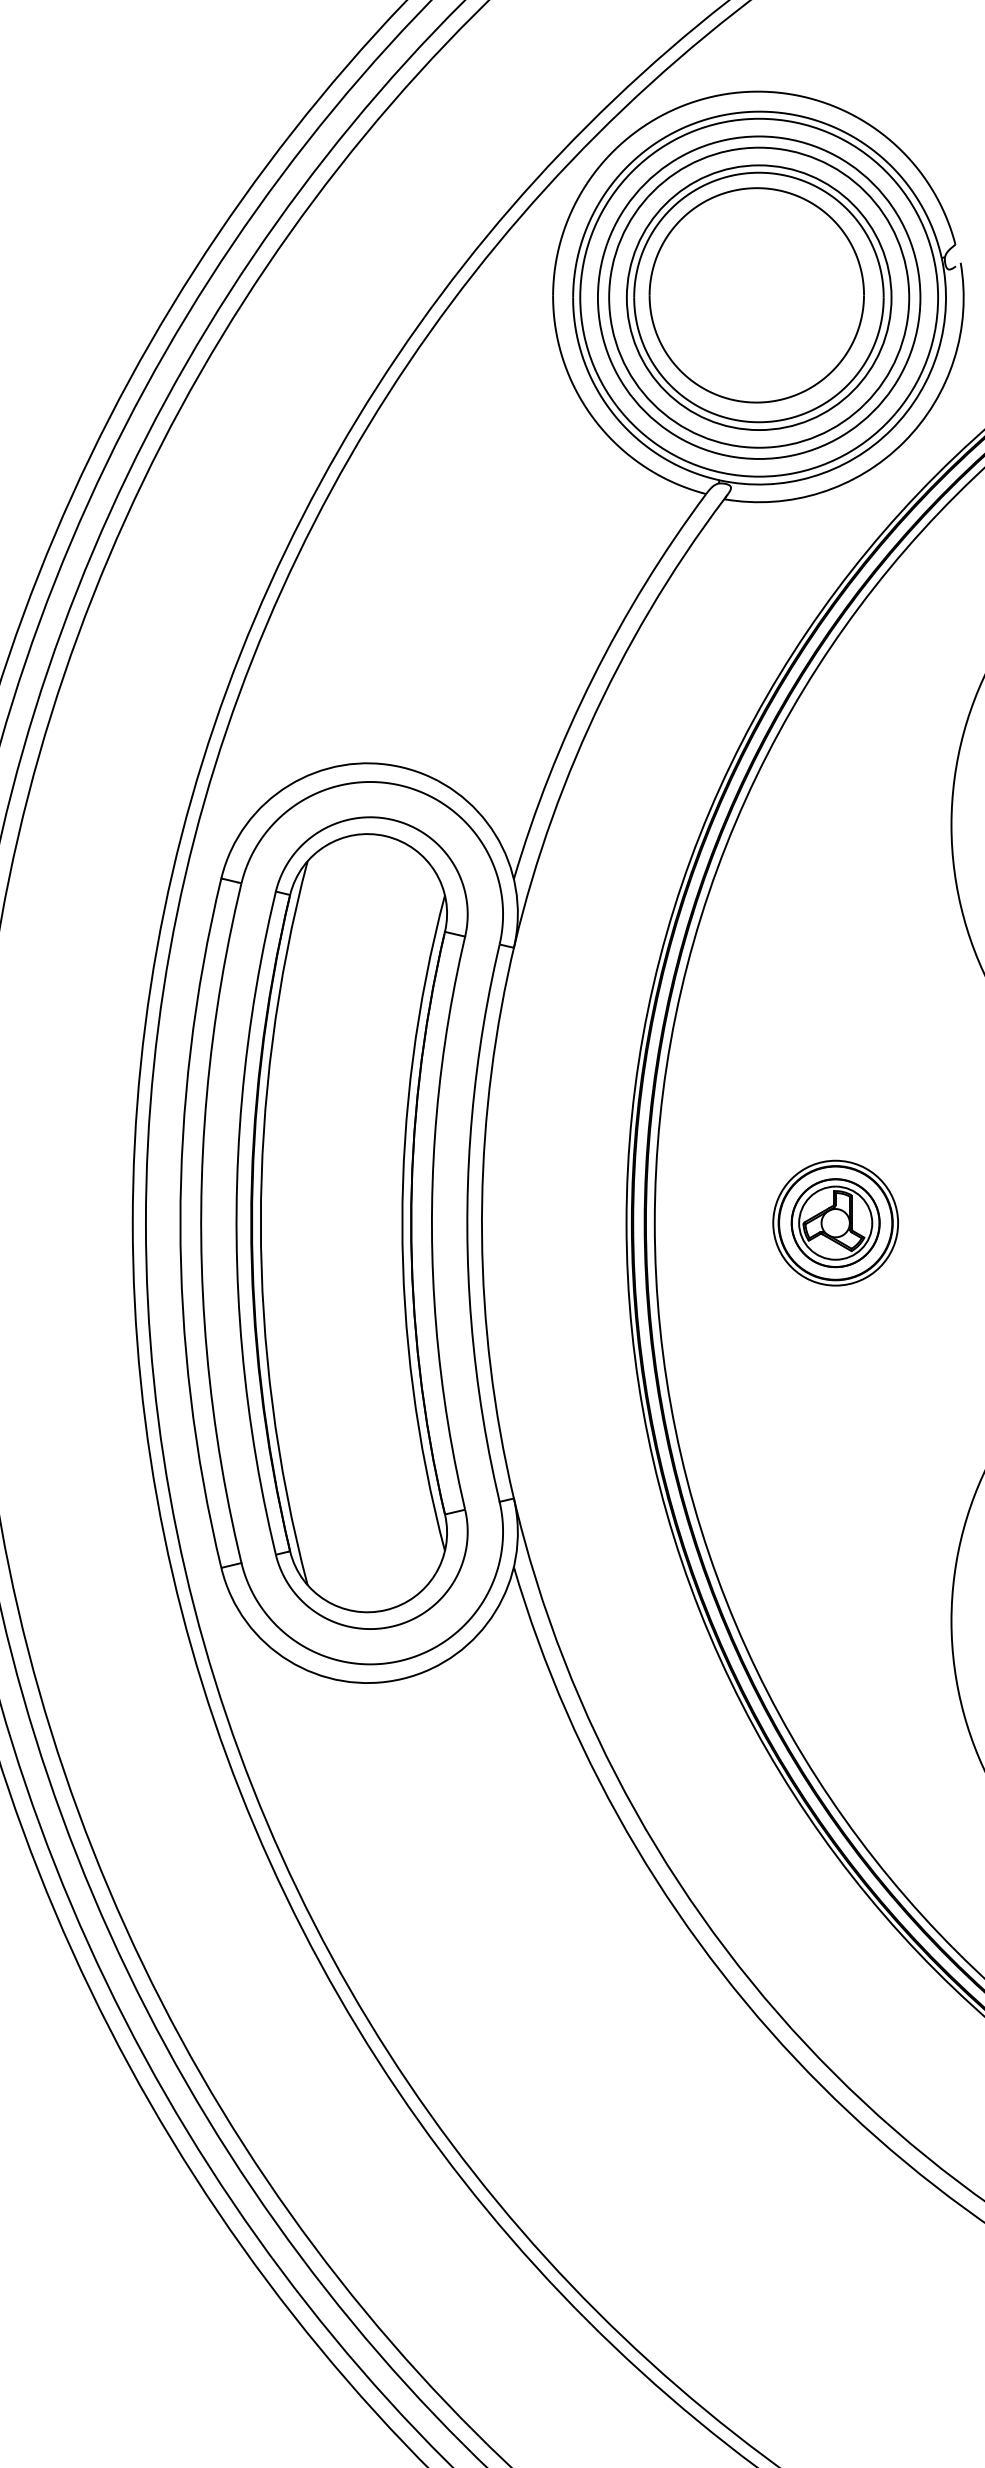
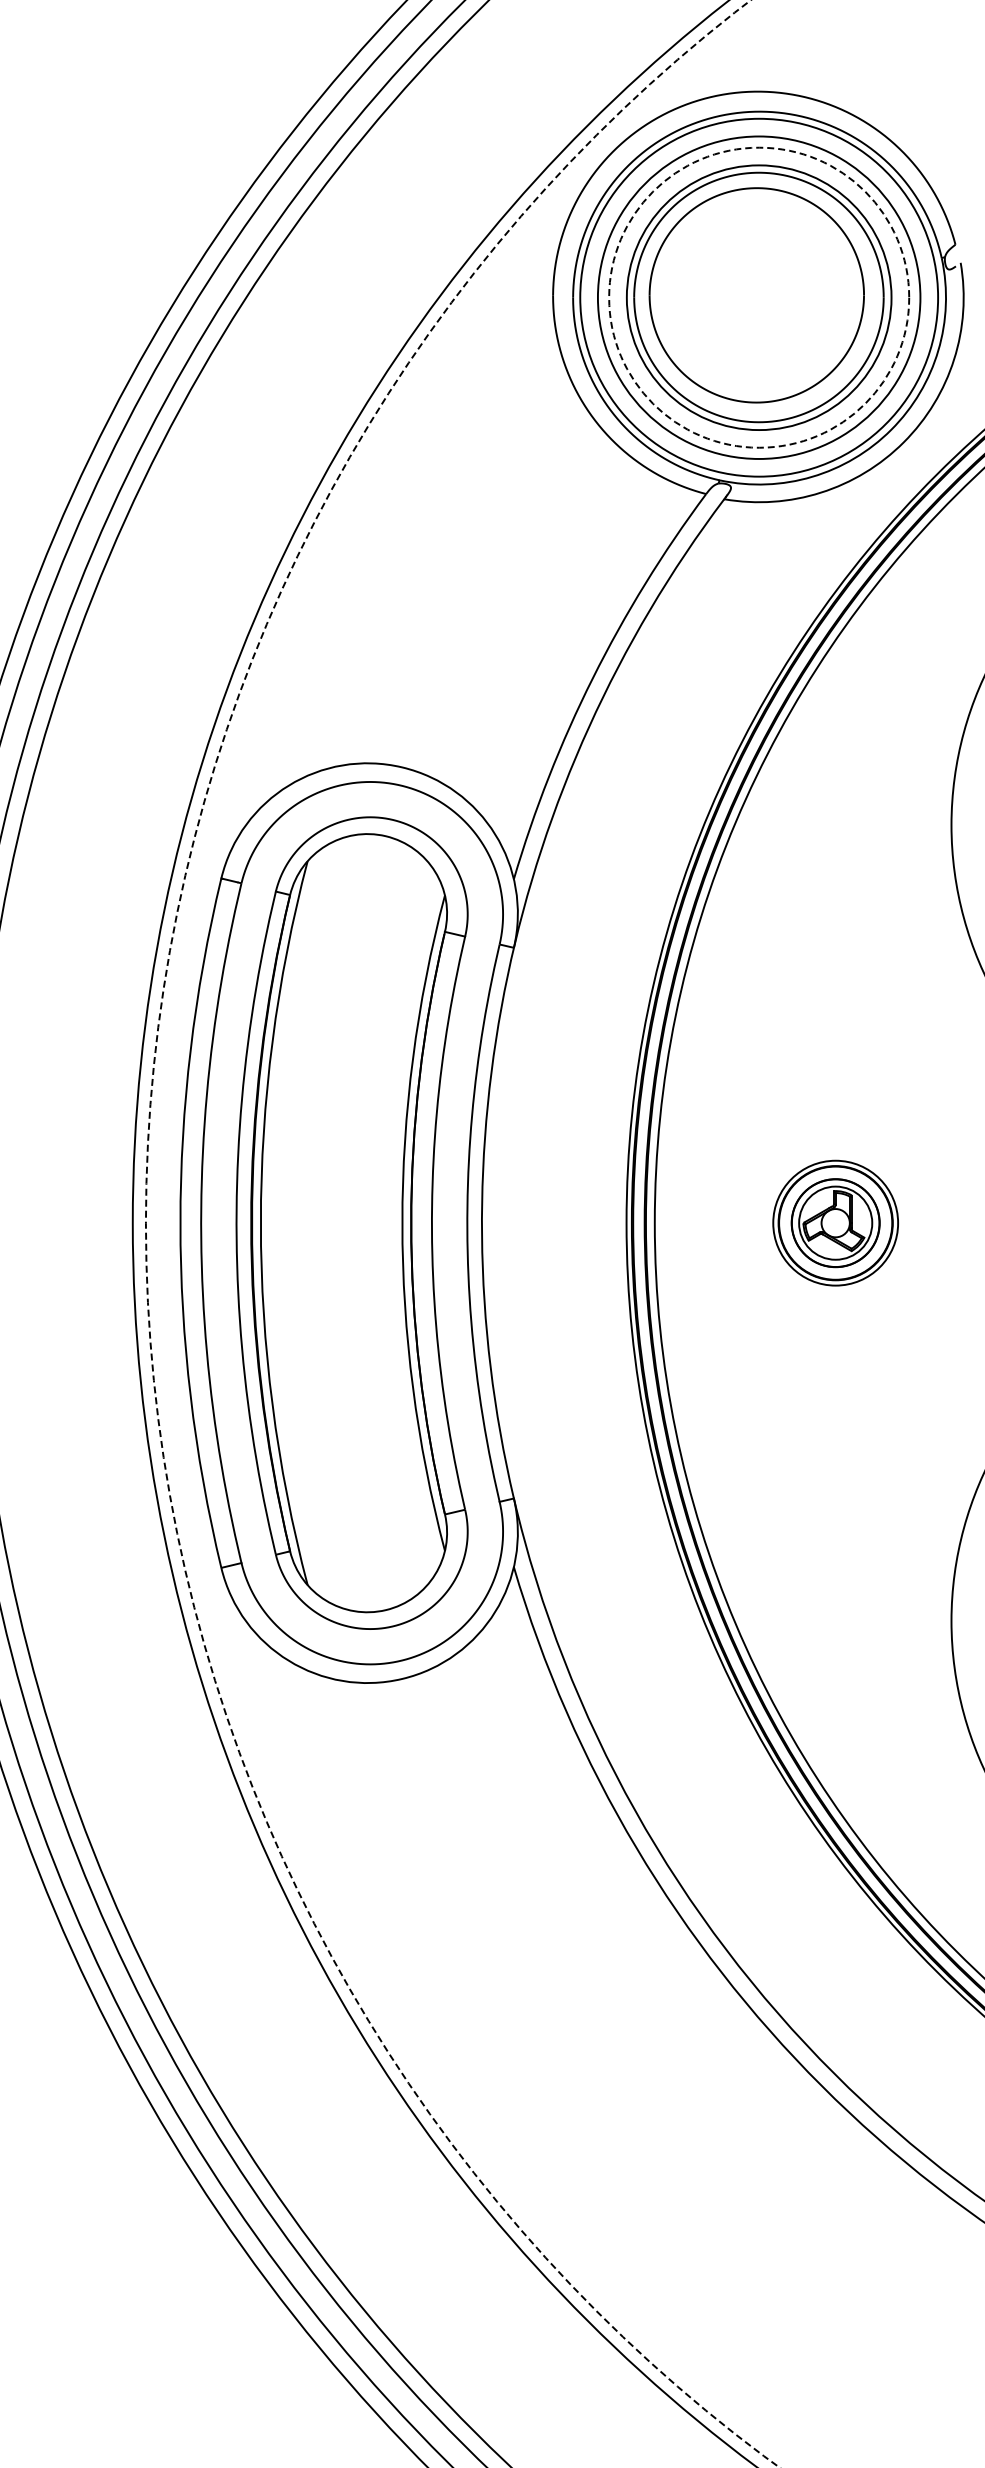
circle at (759, 297): solid -> dashed
circle at (462, 1233): solid -> dashed
